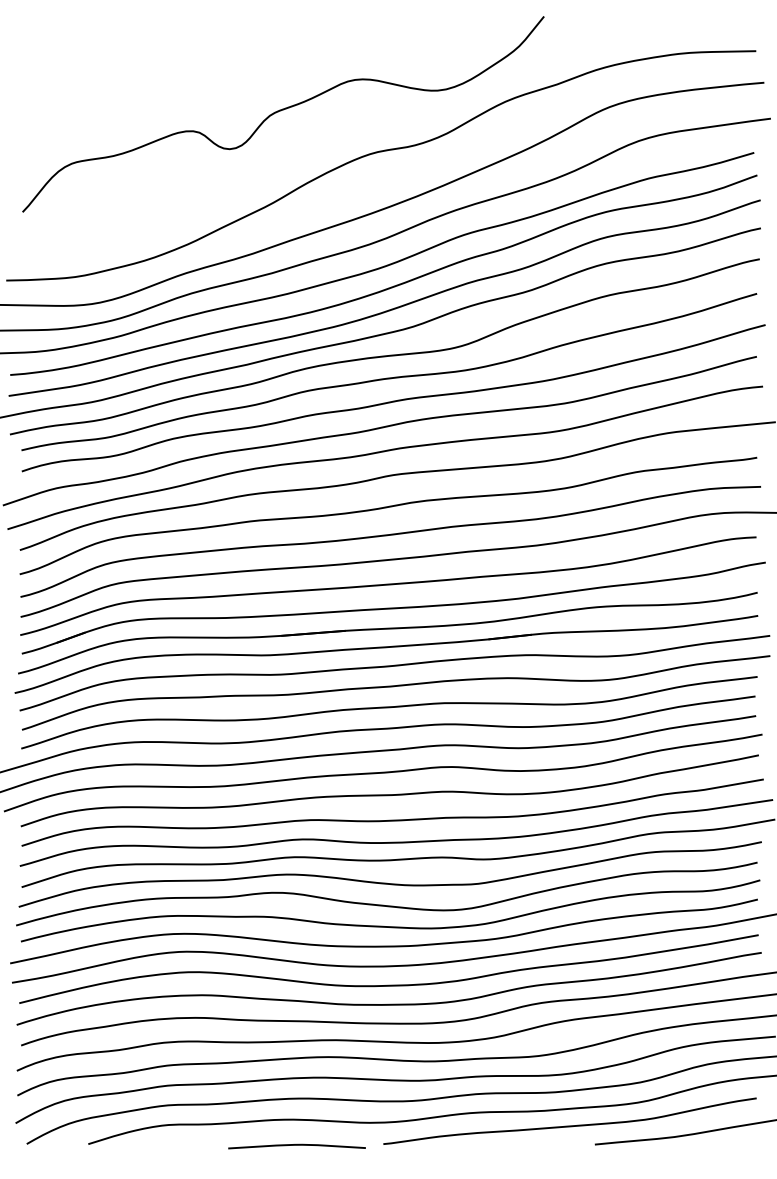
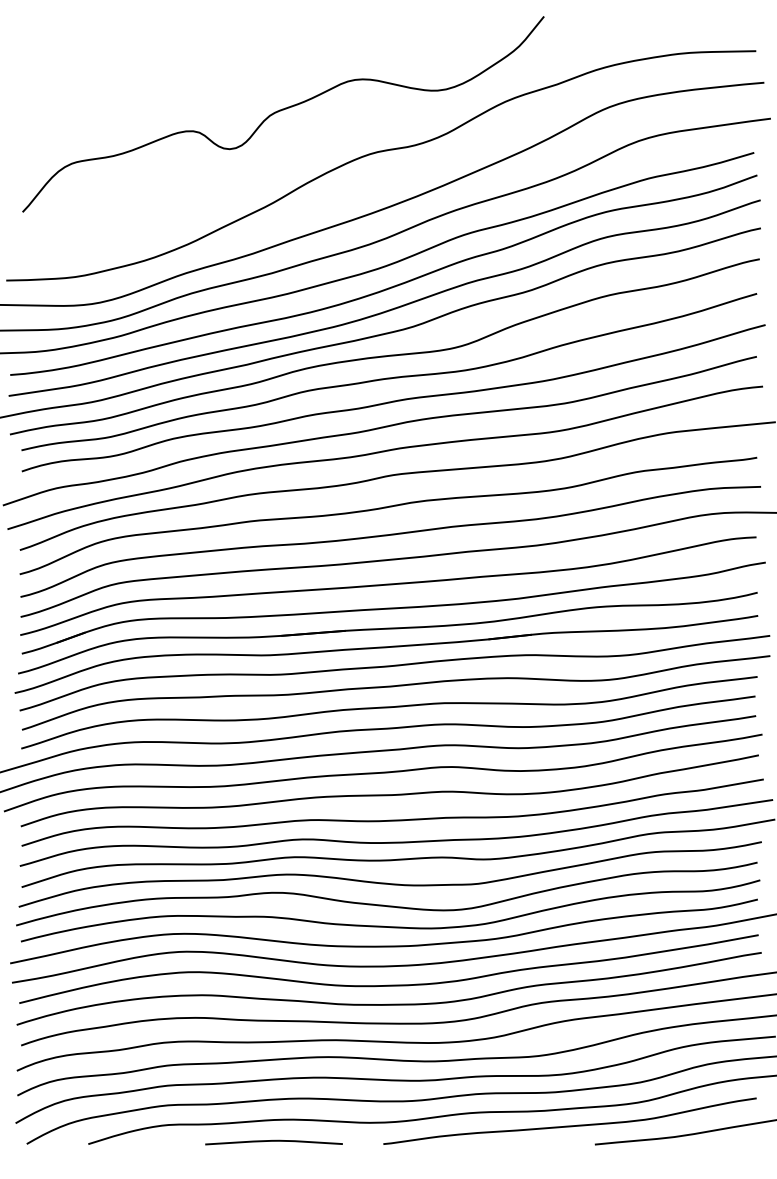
curve at (296, 1145) position: (296, 1145) -> (273, 1141)
